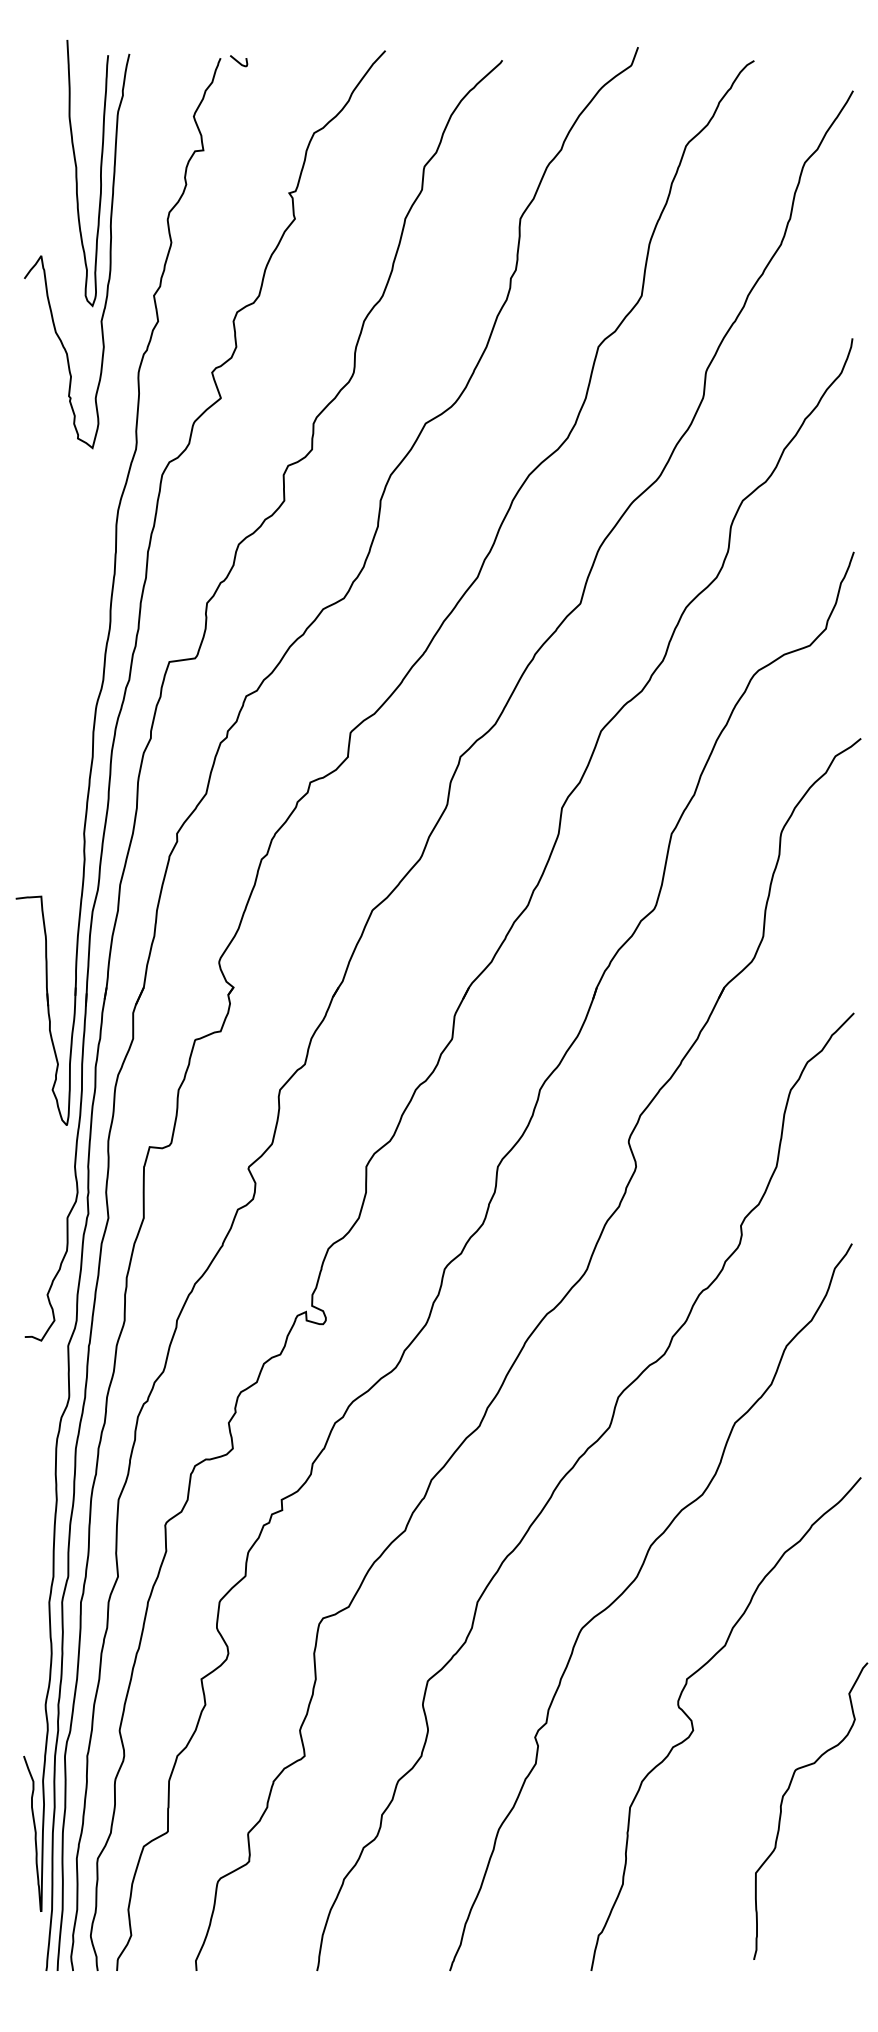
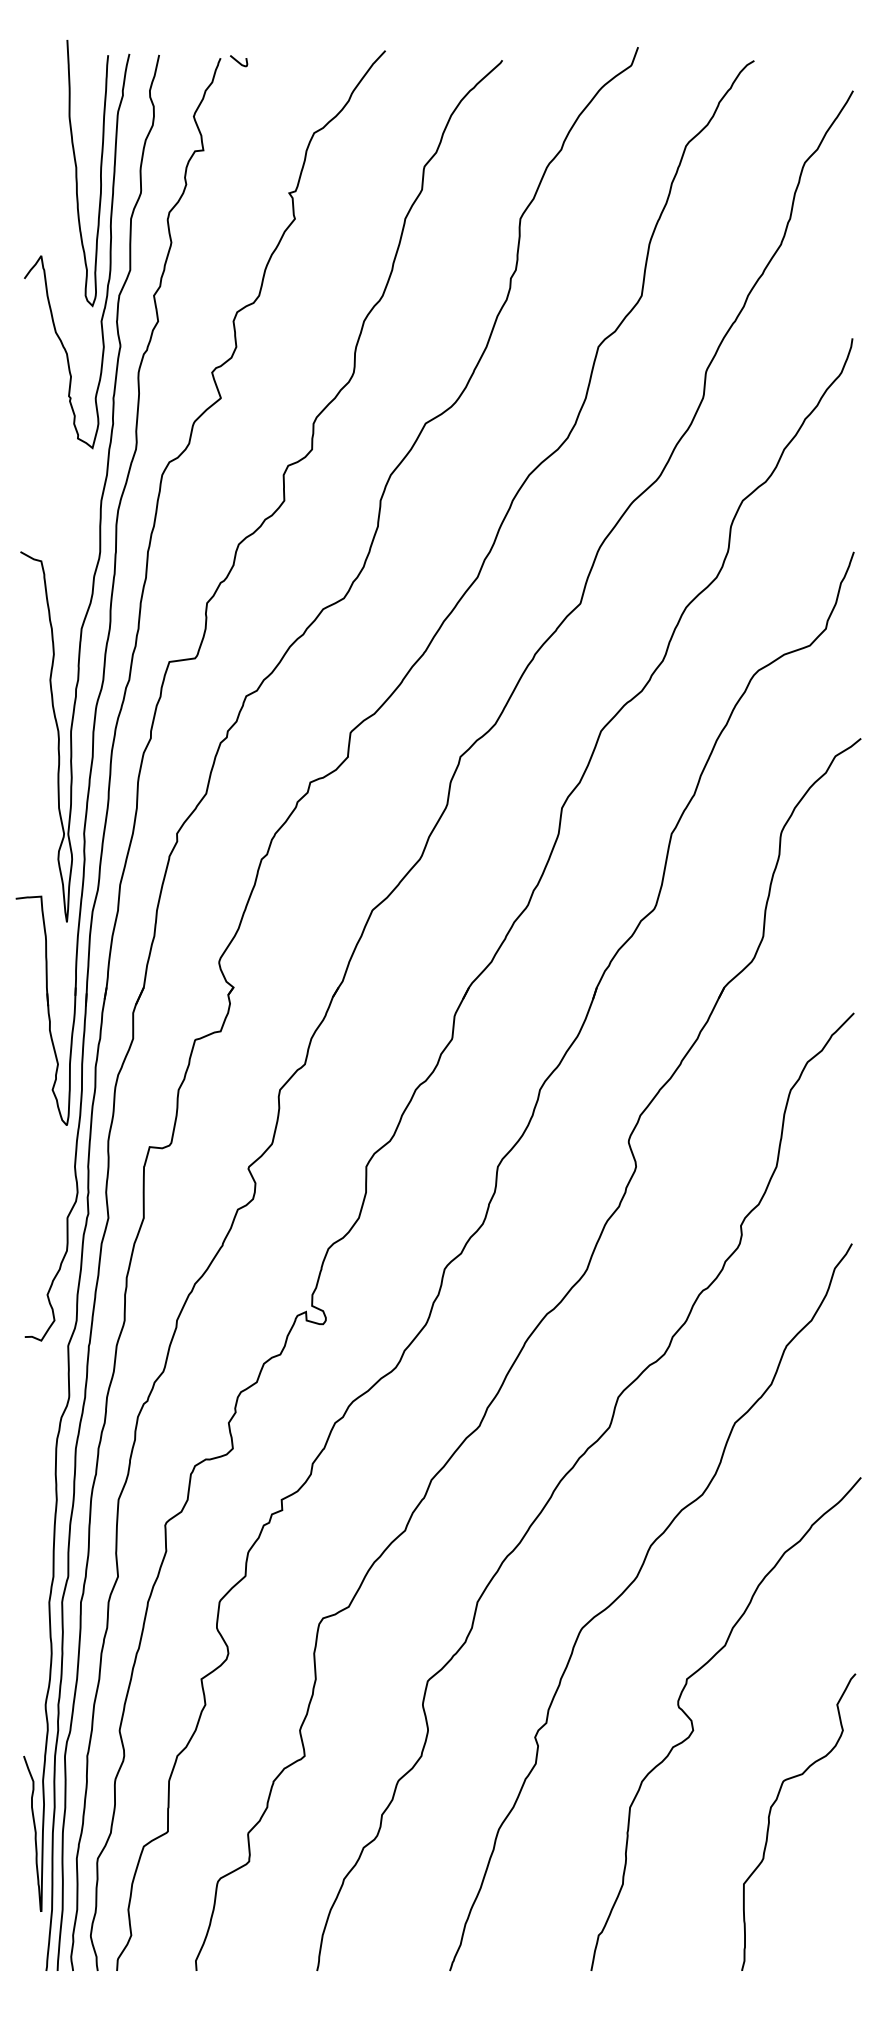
curve at (102, 489): none -> present
curve at (782, 1804) position: (782, 1804) -> (770, 1815)
